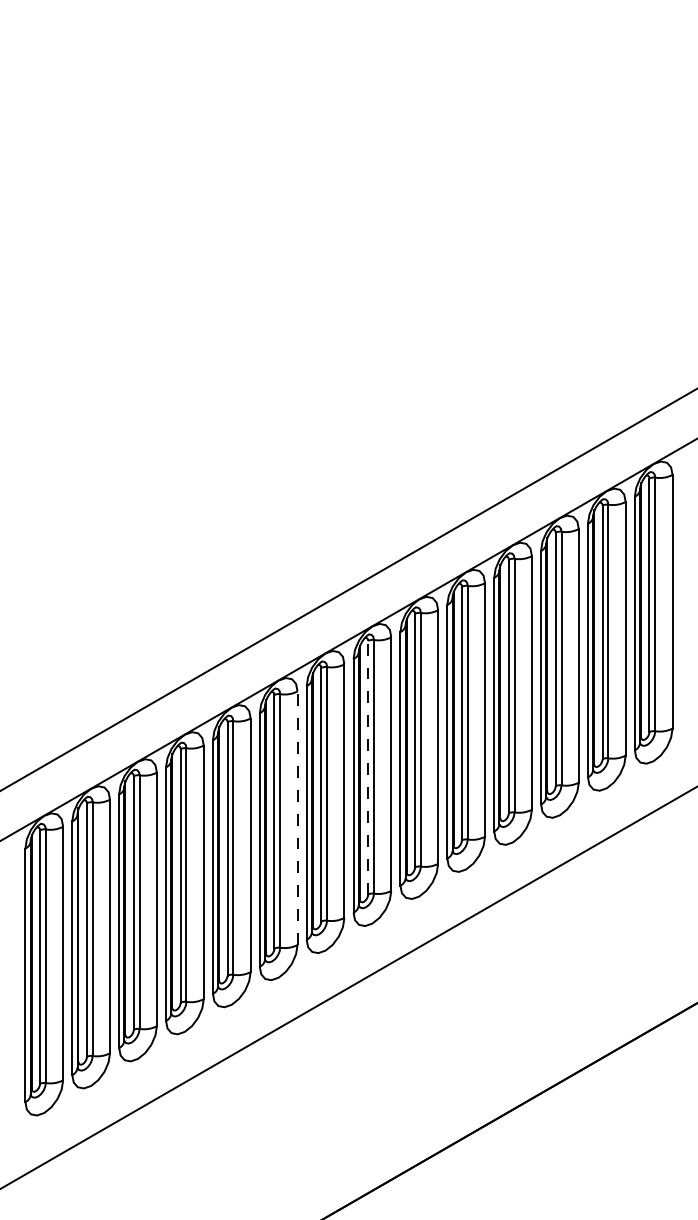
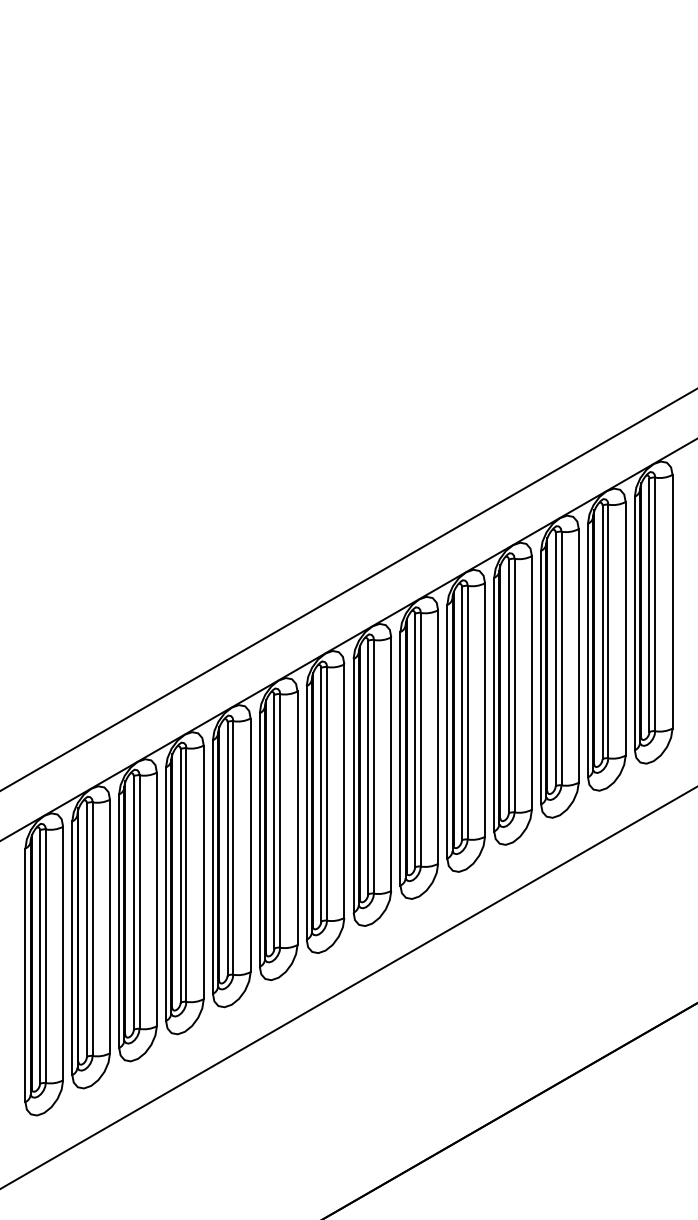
line at (368, 767): dashed -> solid
line at (297, 818): dashed -> solid
